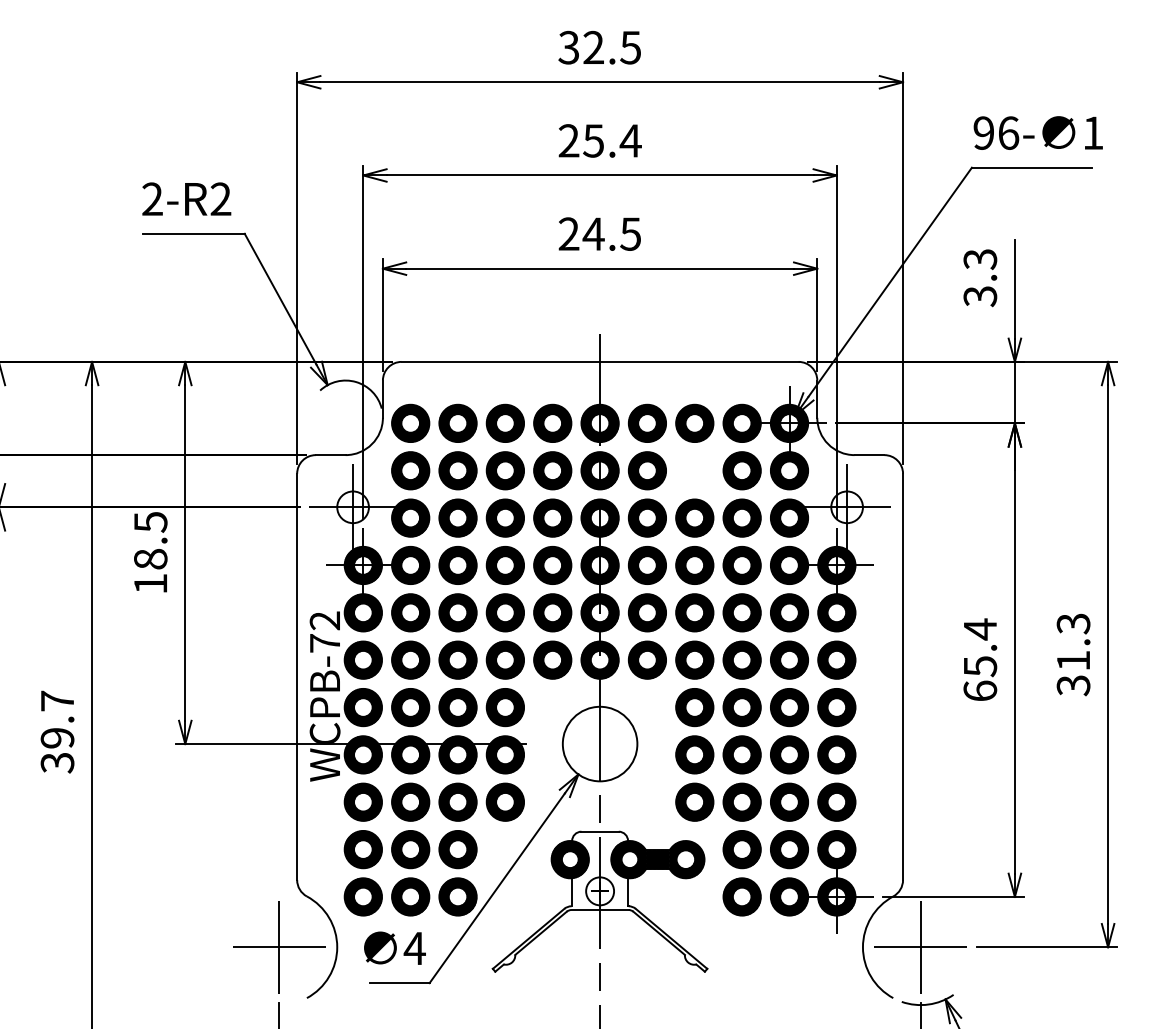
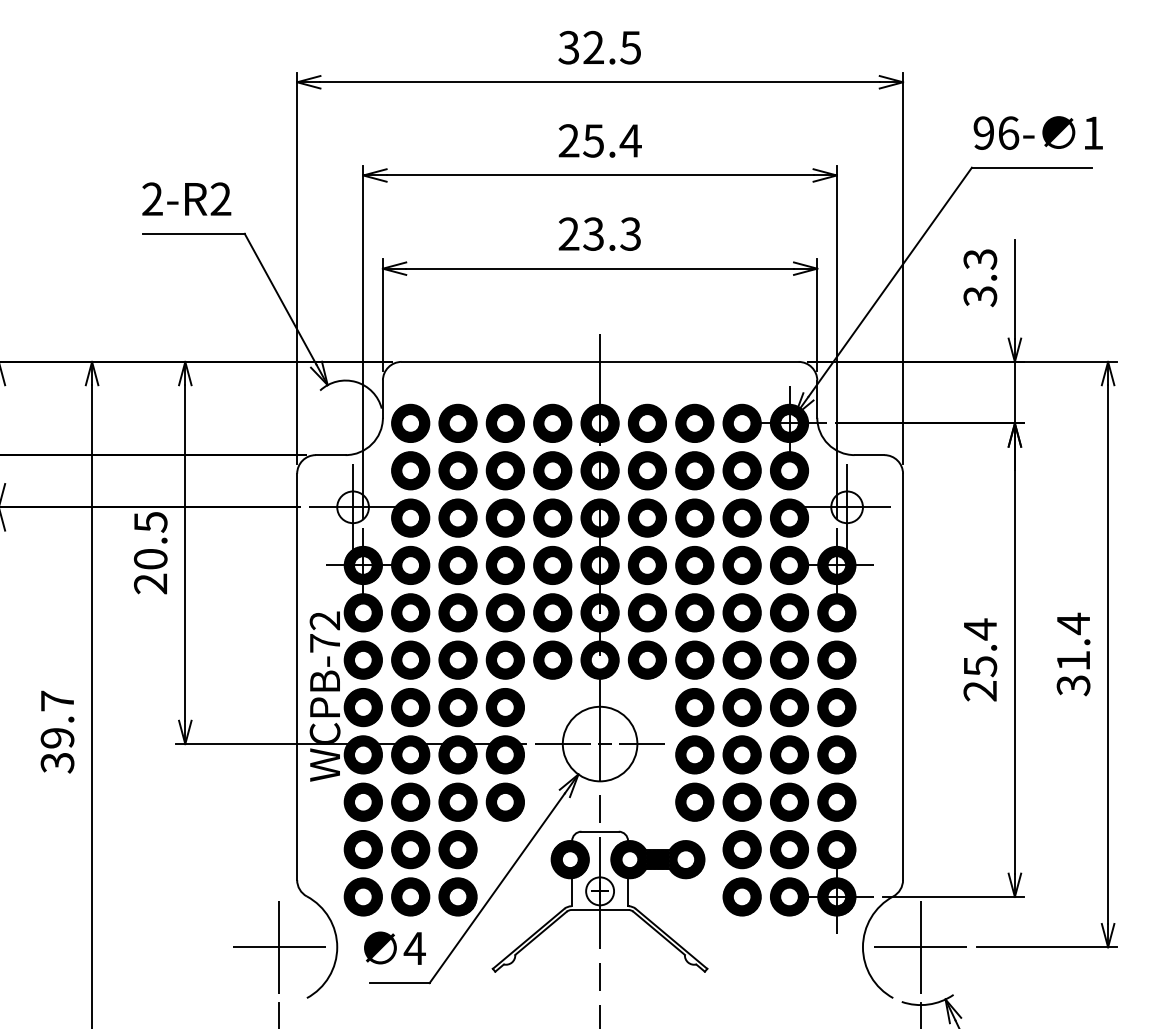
text at (611, 233): 24.5 -> 23.3
part at (694, 470): none -> present
text at (150, 571): 18.5 -> 20.5
text at (1073, 623): 31.3 -> 31.4
text at (980, 690): 65.4 -> 25.4
line at (599, 744): none -> present
